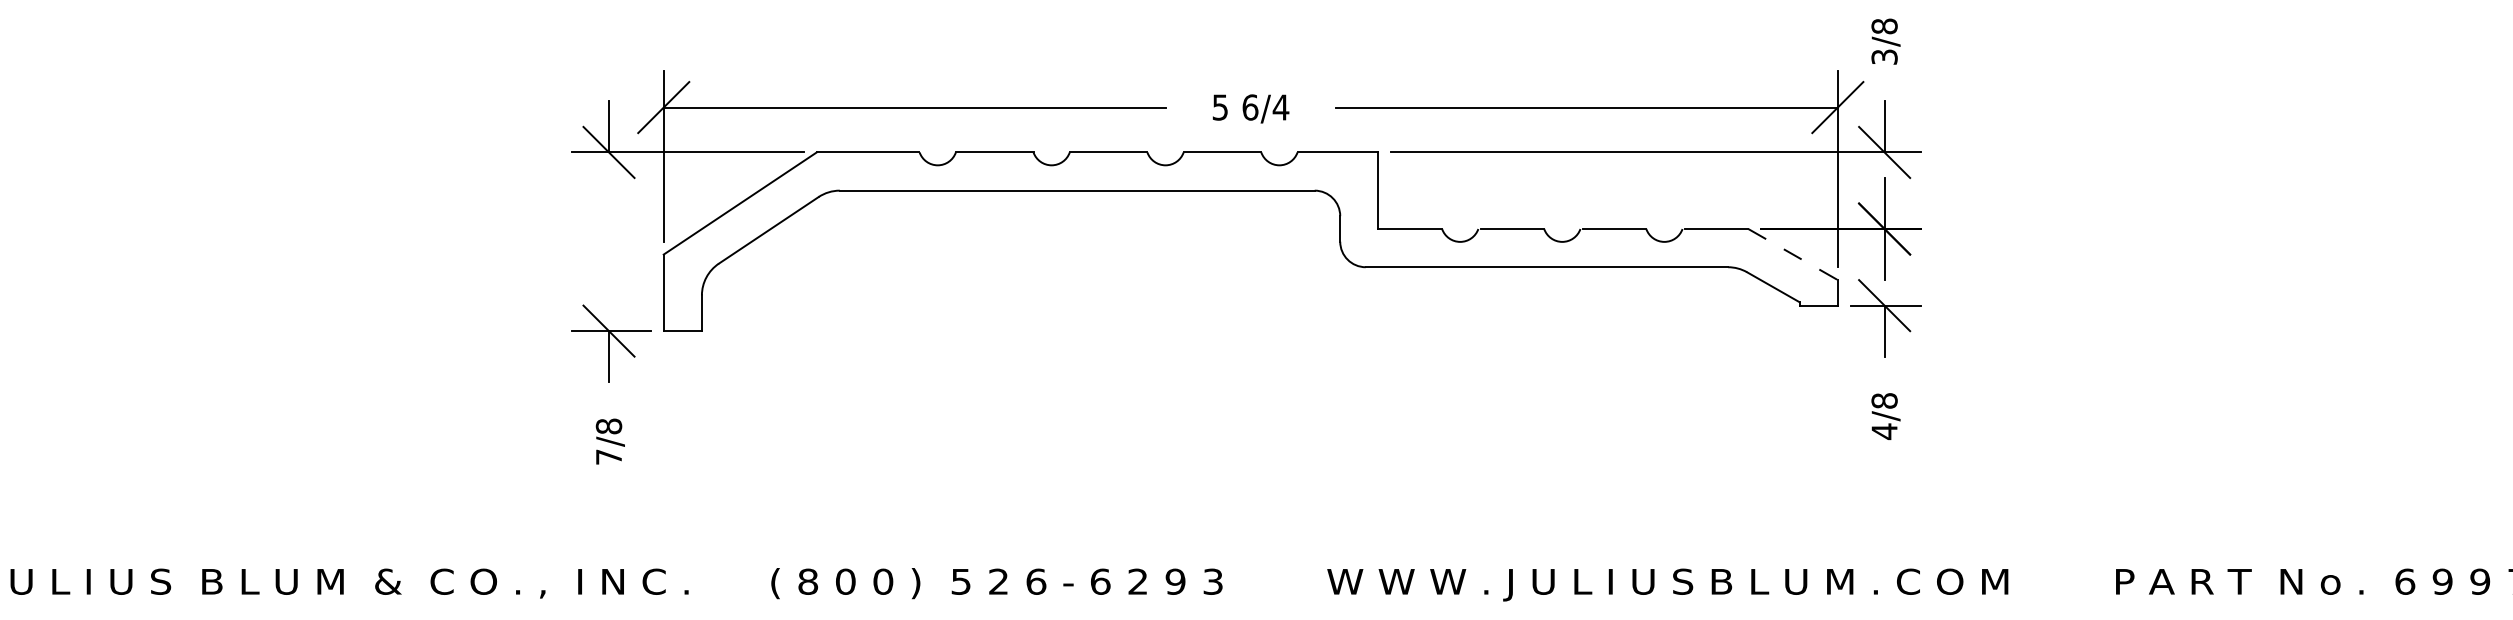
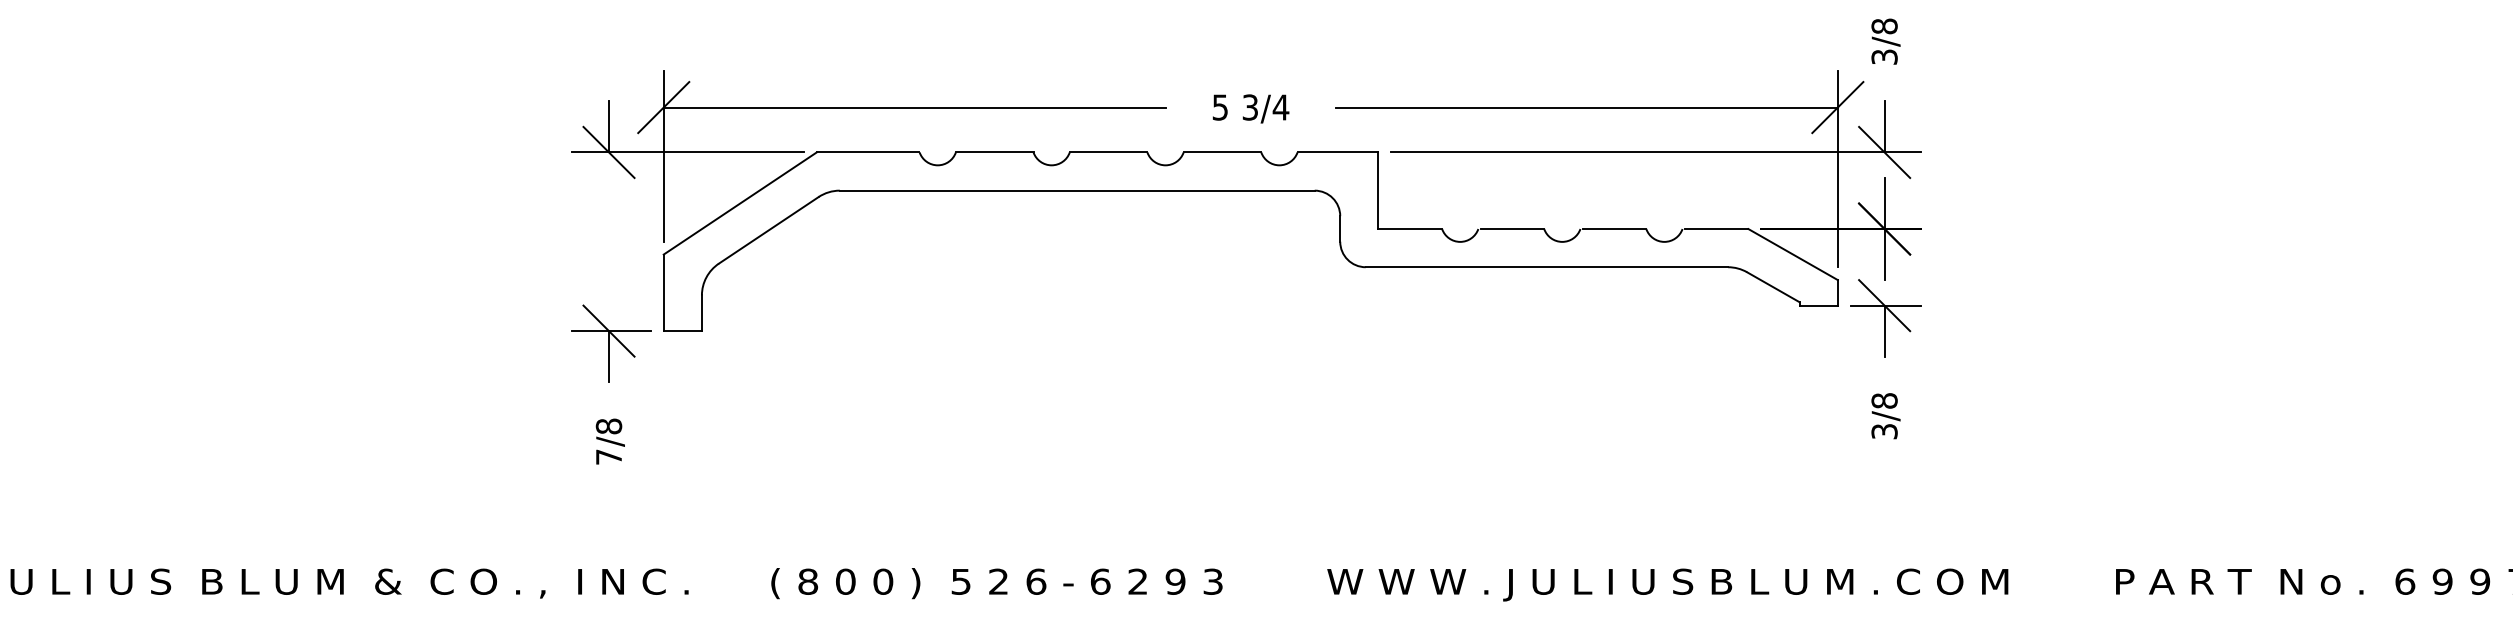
text at (1250, 107): 6/4 -> 3/4
line at (1793, 254): dashed -> solid
text at (1884, 431): 4/8 -> 3/8
